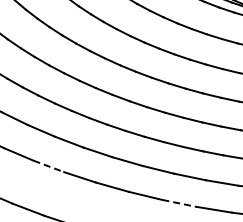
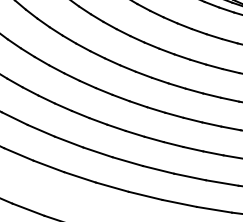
line at (49, 166): dashed -> solid
line at (179, 203): dashed -> solid
